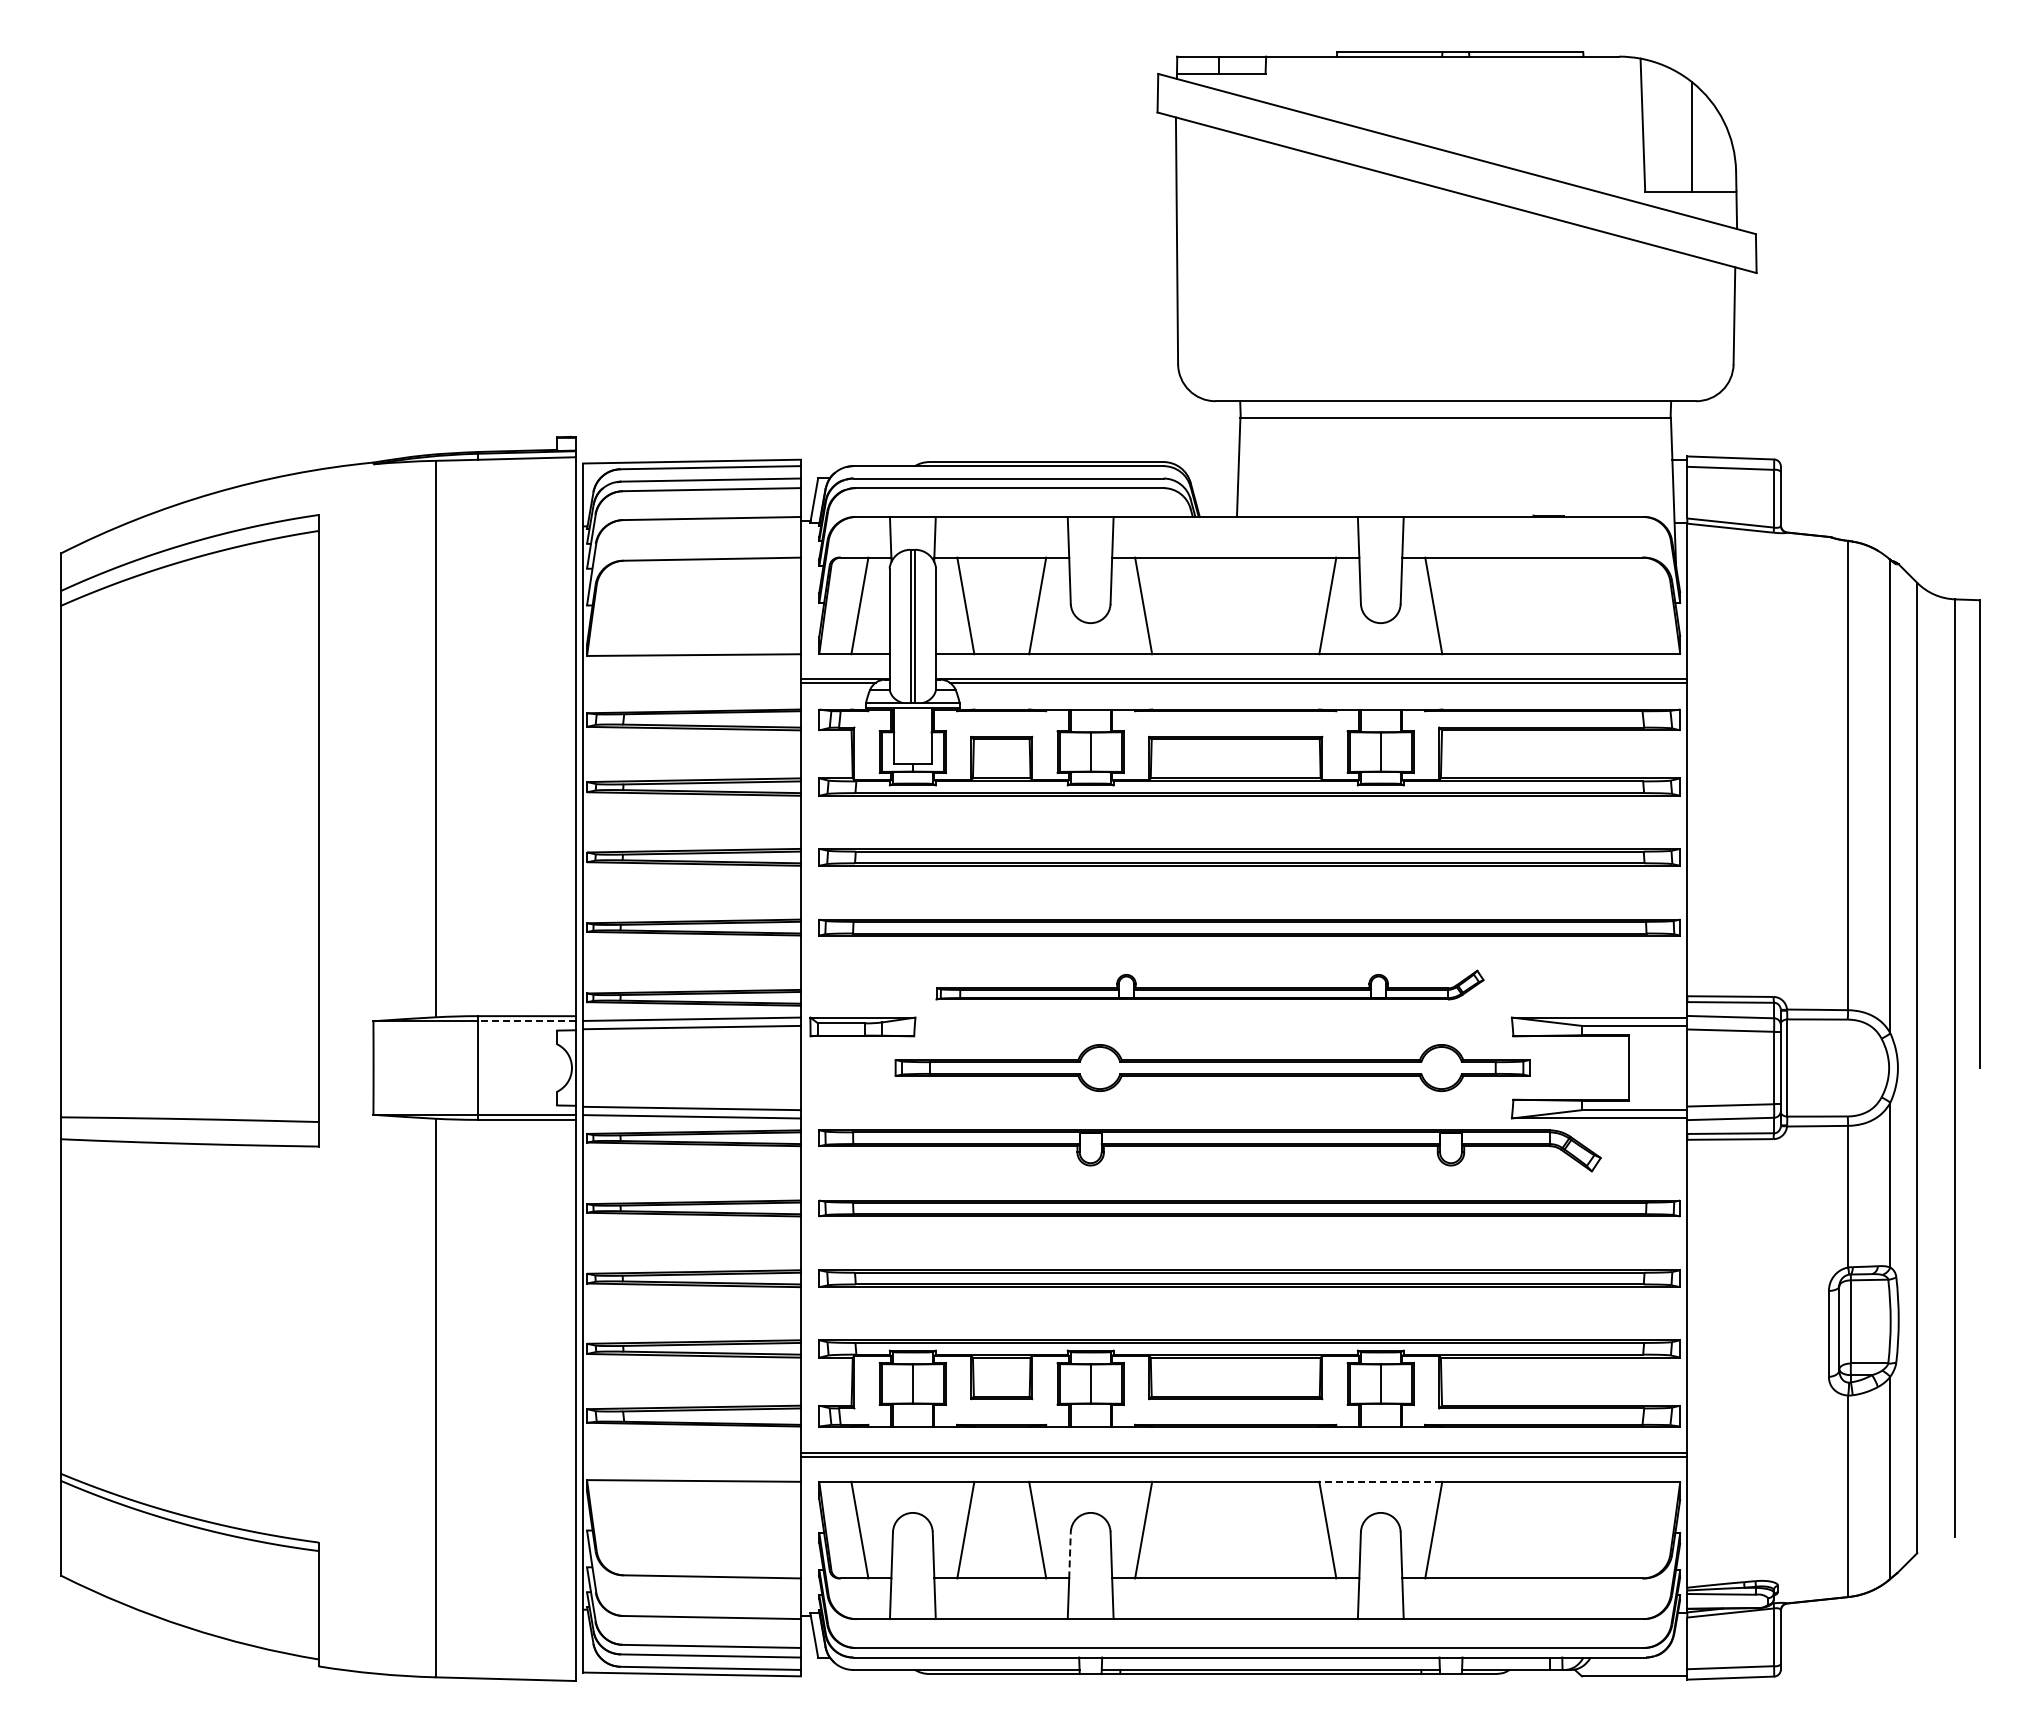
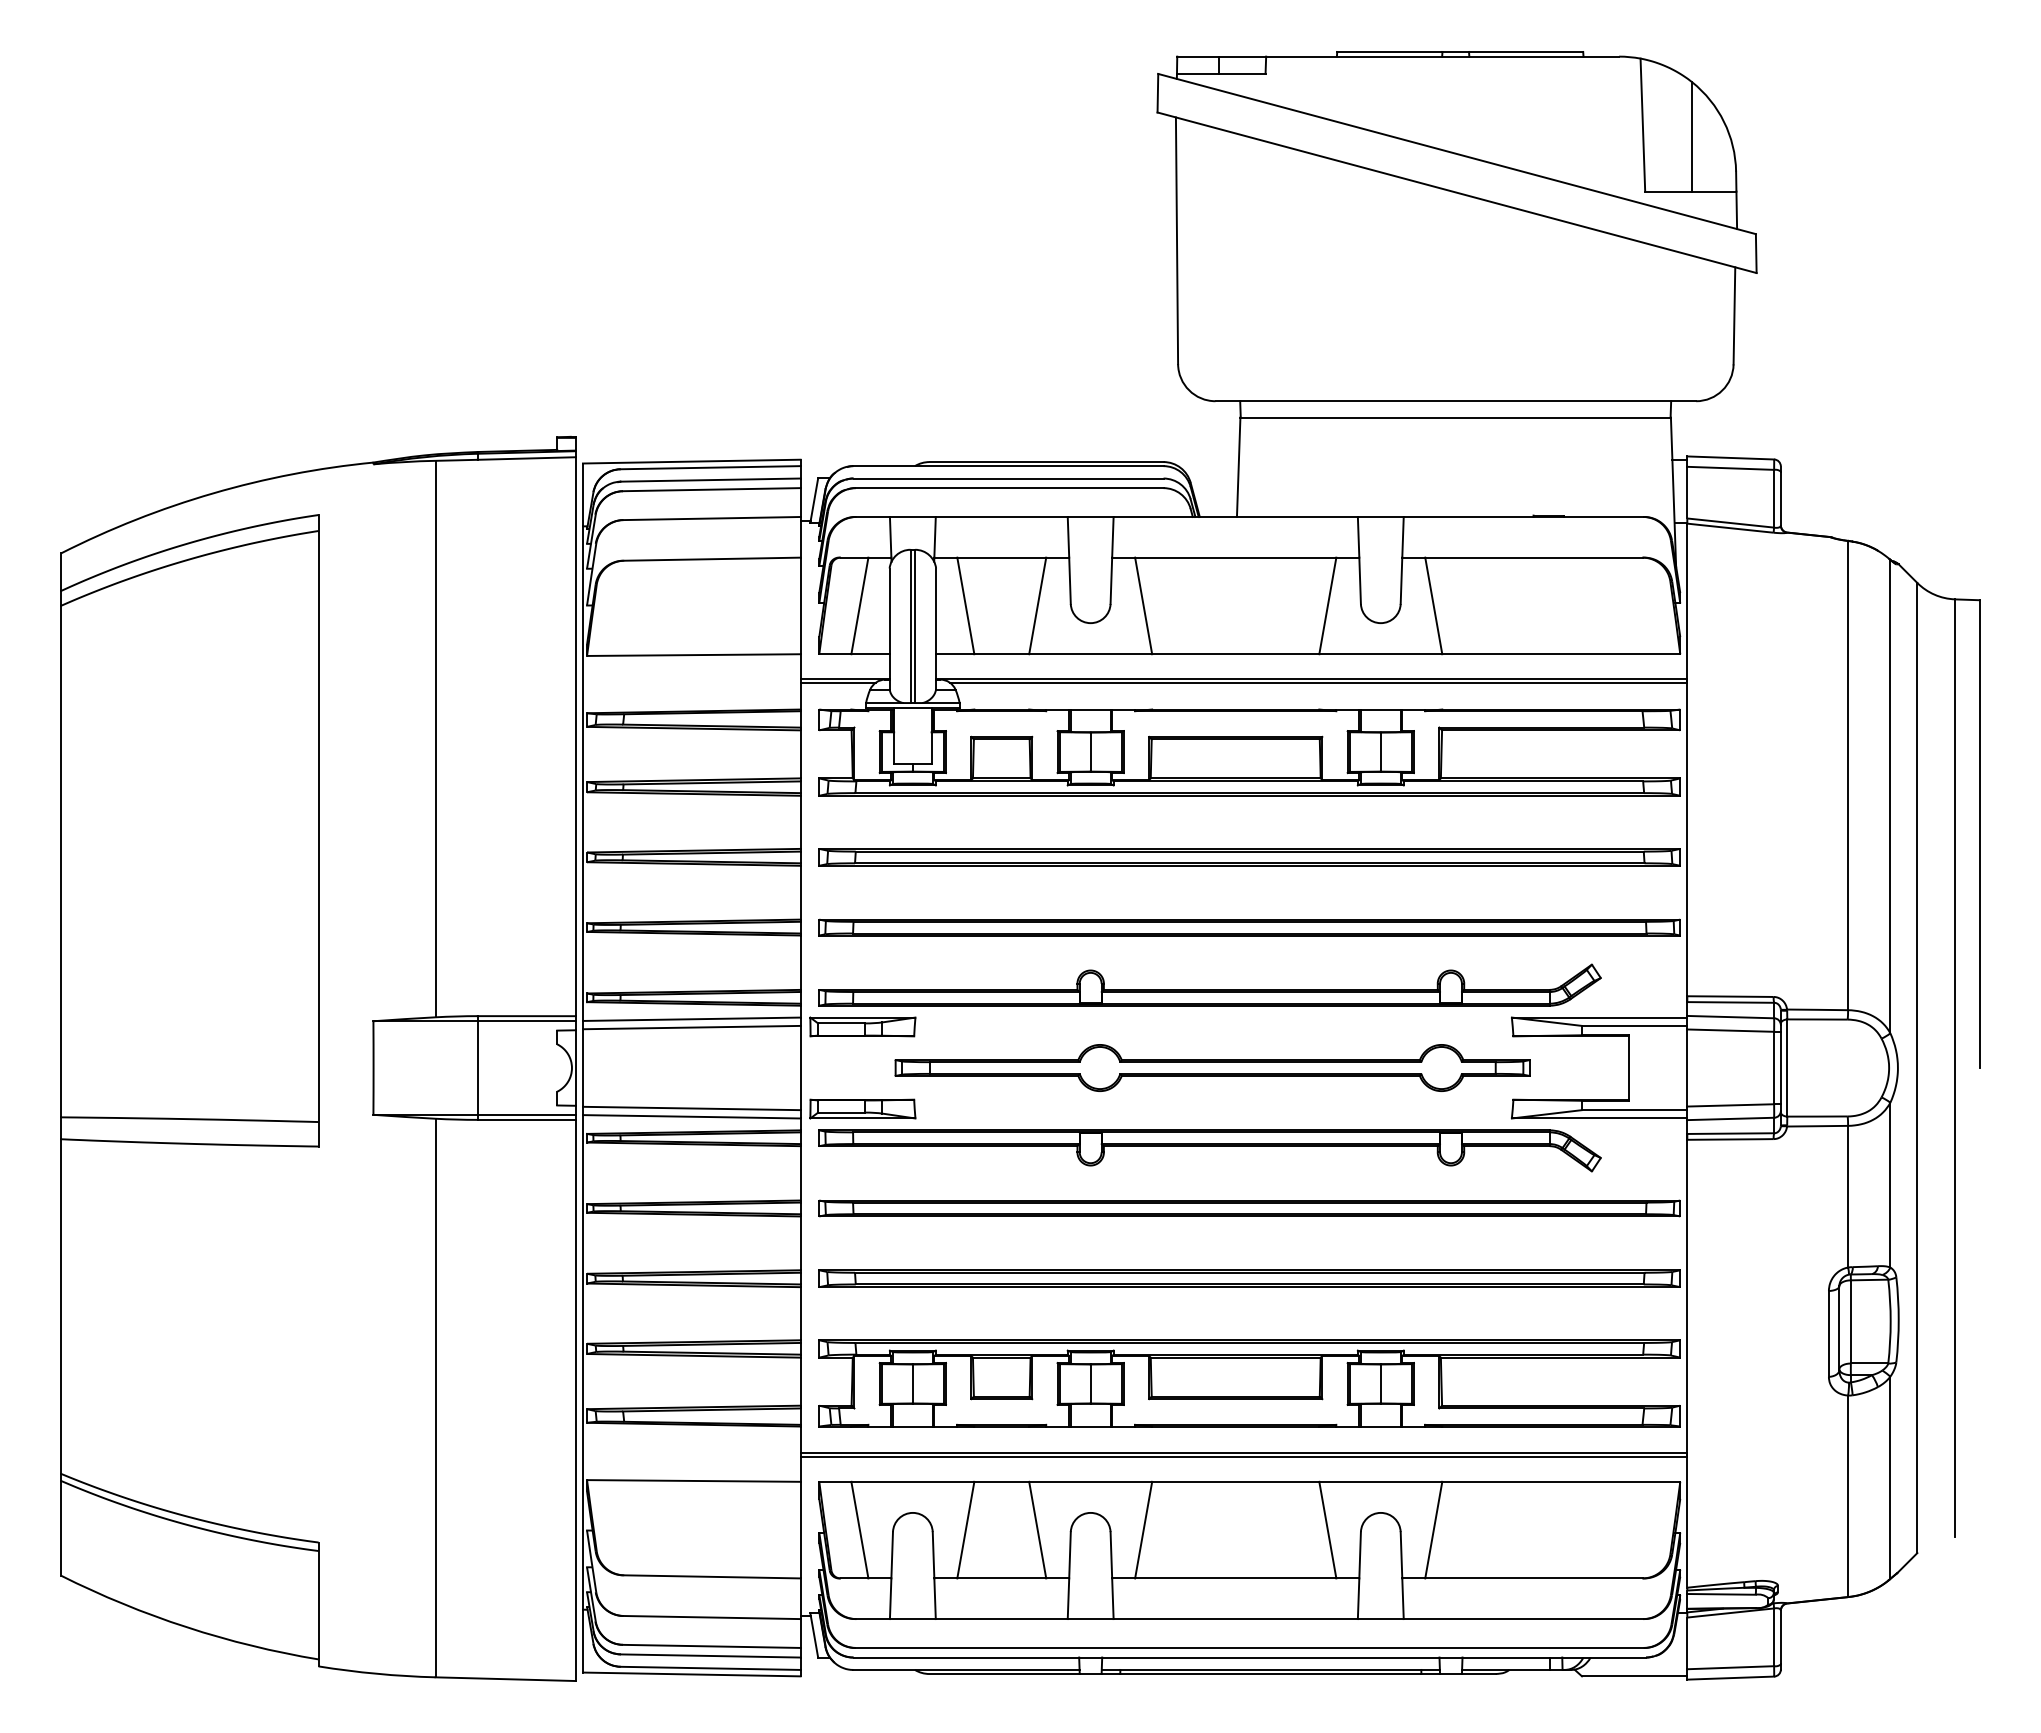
part at (1209, 984) size: 550x32 px -> 784x44 px
line at (526, 1021): dashed -> solid
part at (862, 1108): none -> present
line at (1380, 1481): dashed -> solid
line at (1070, 1554): dashed -> solid
